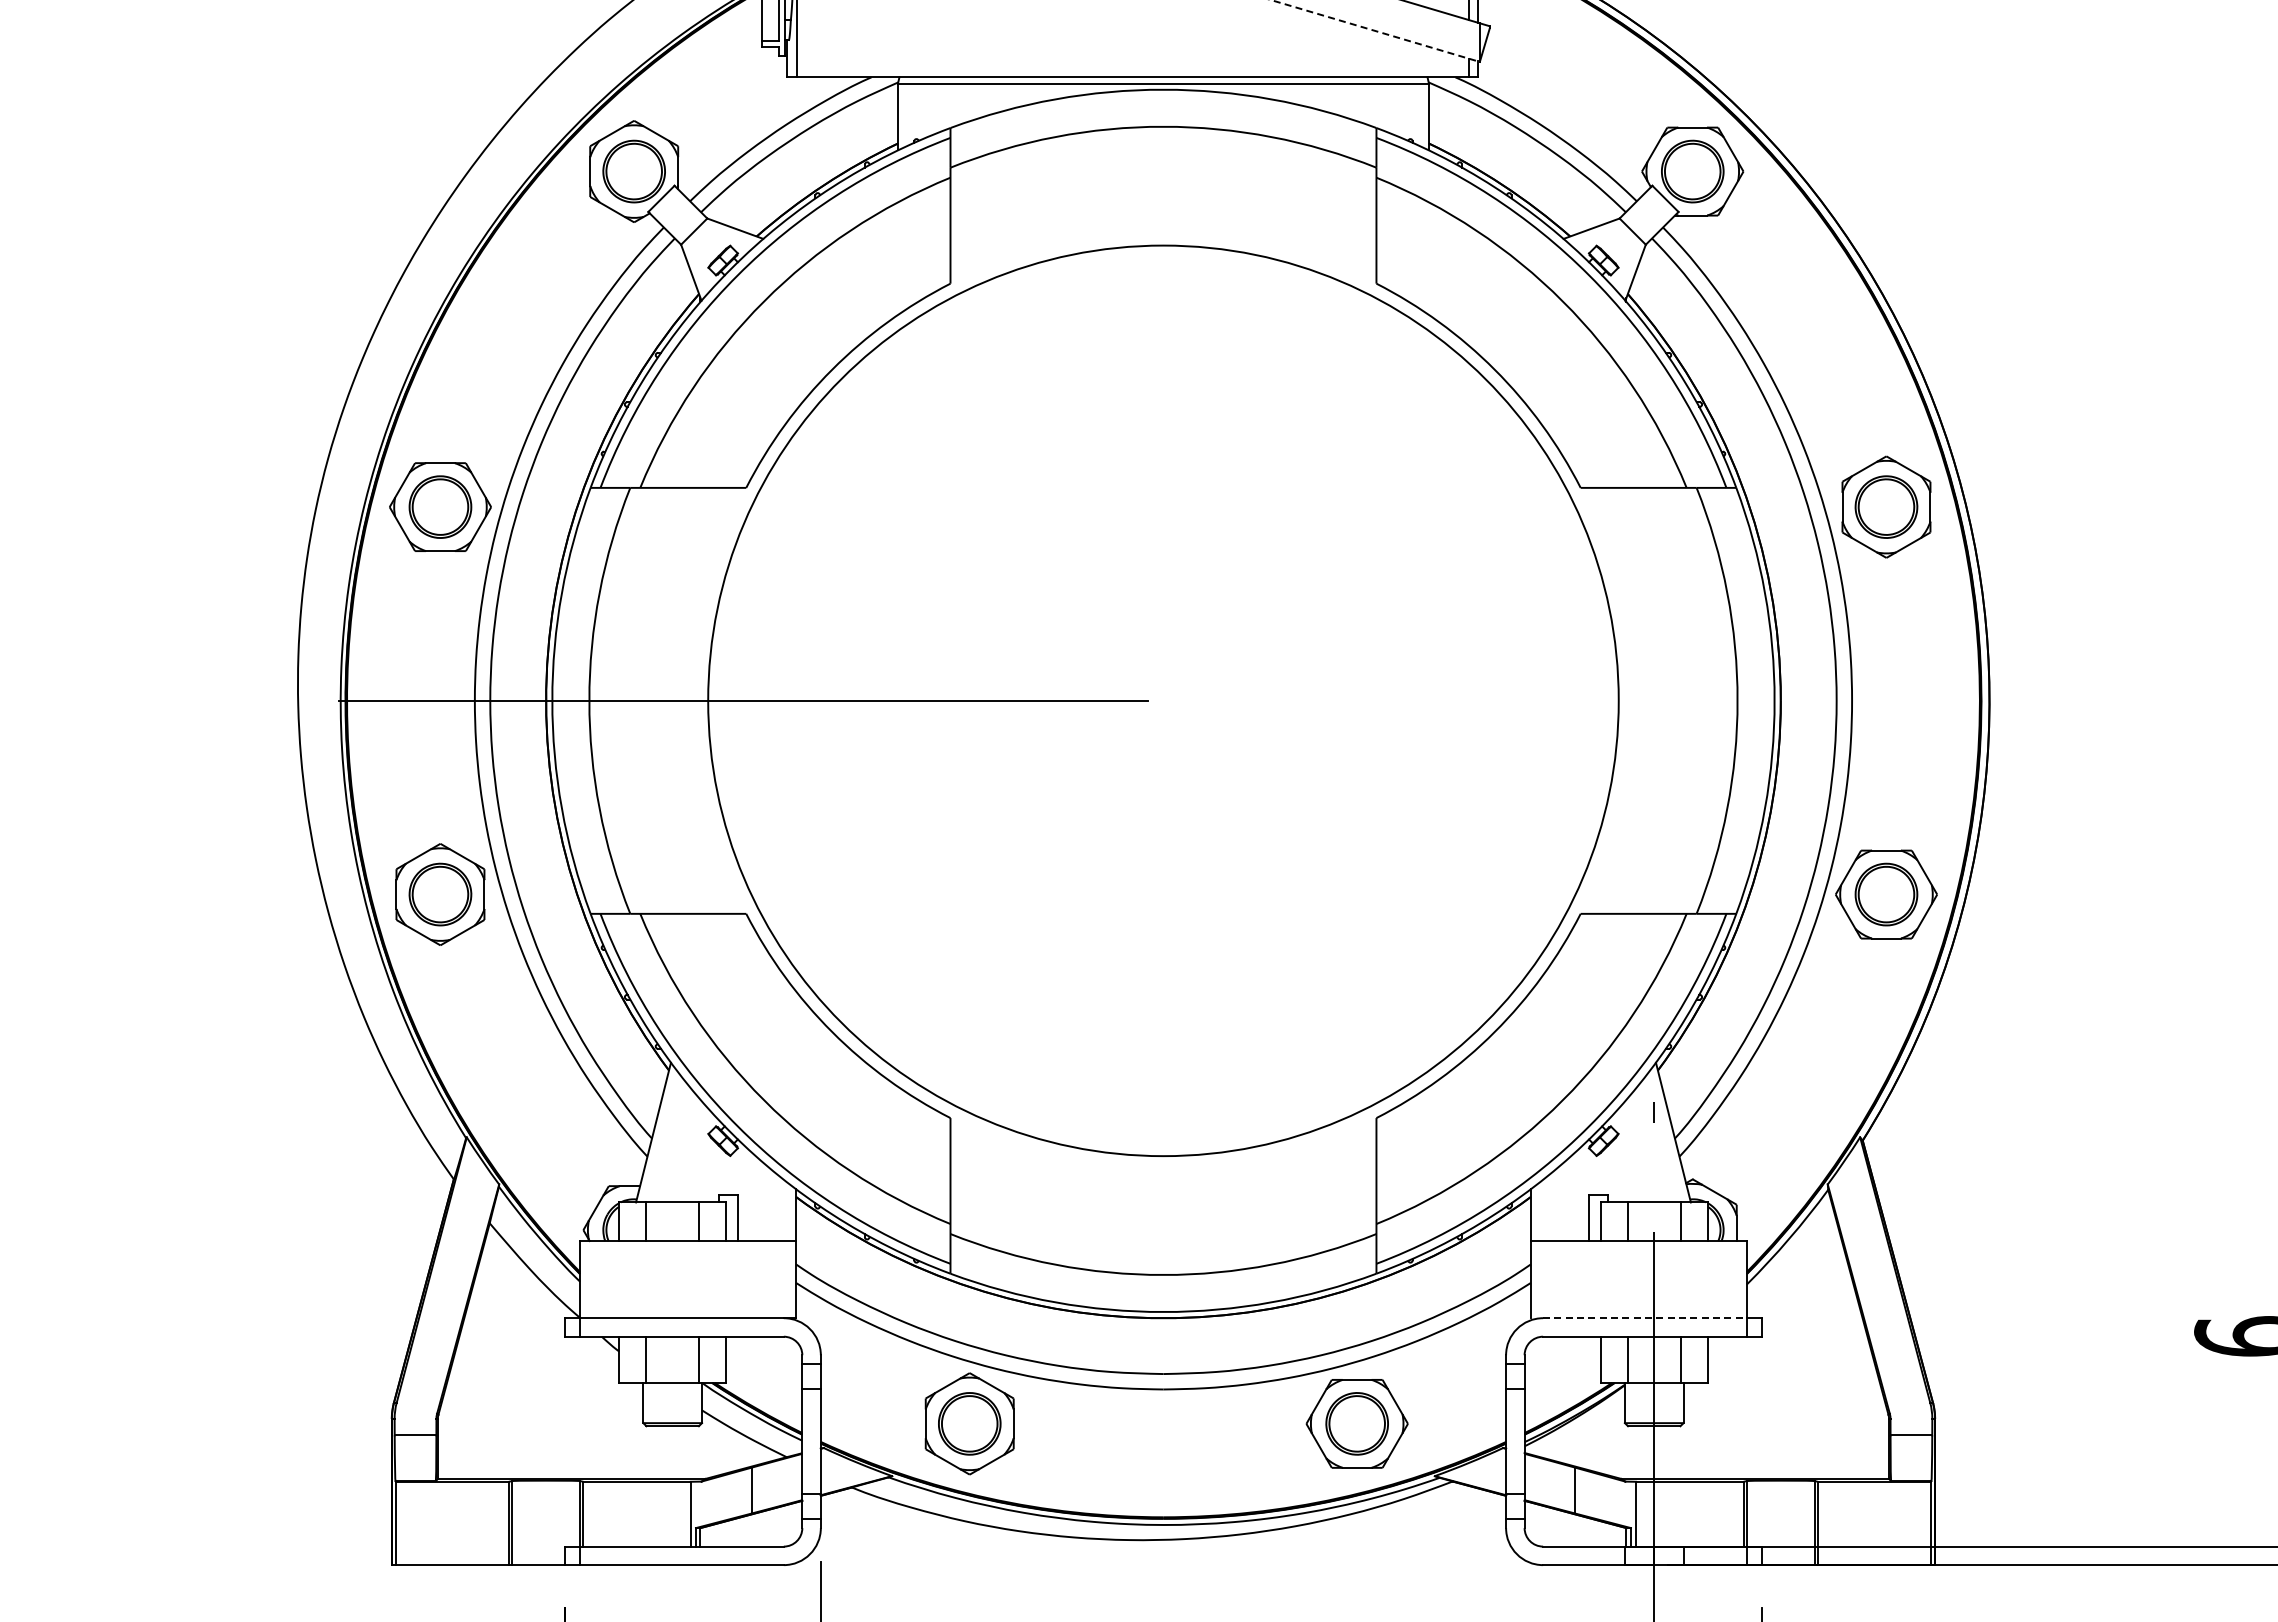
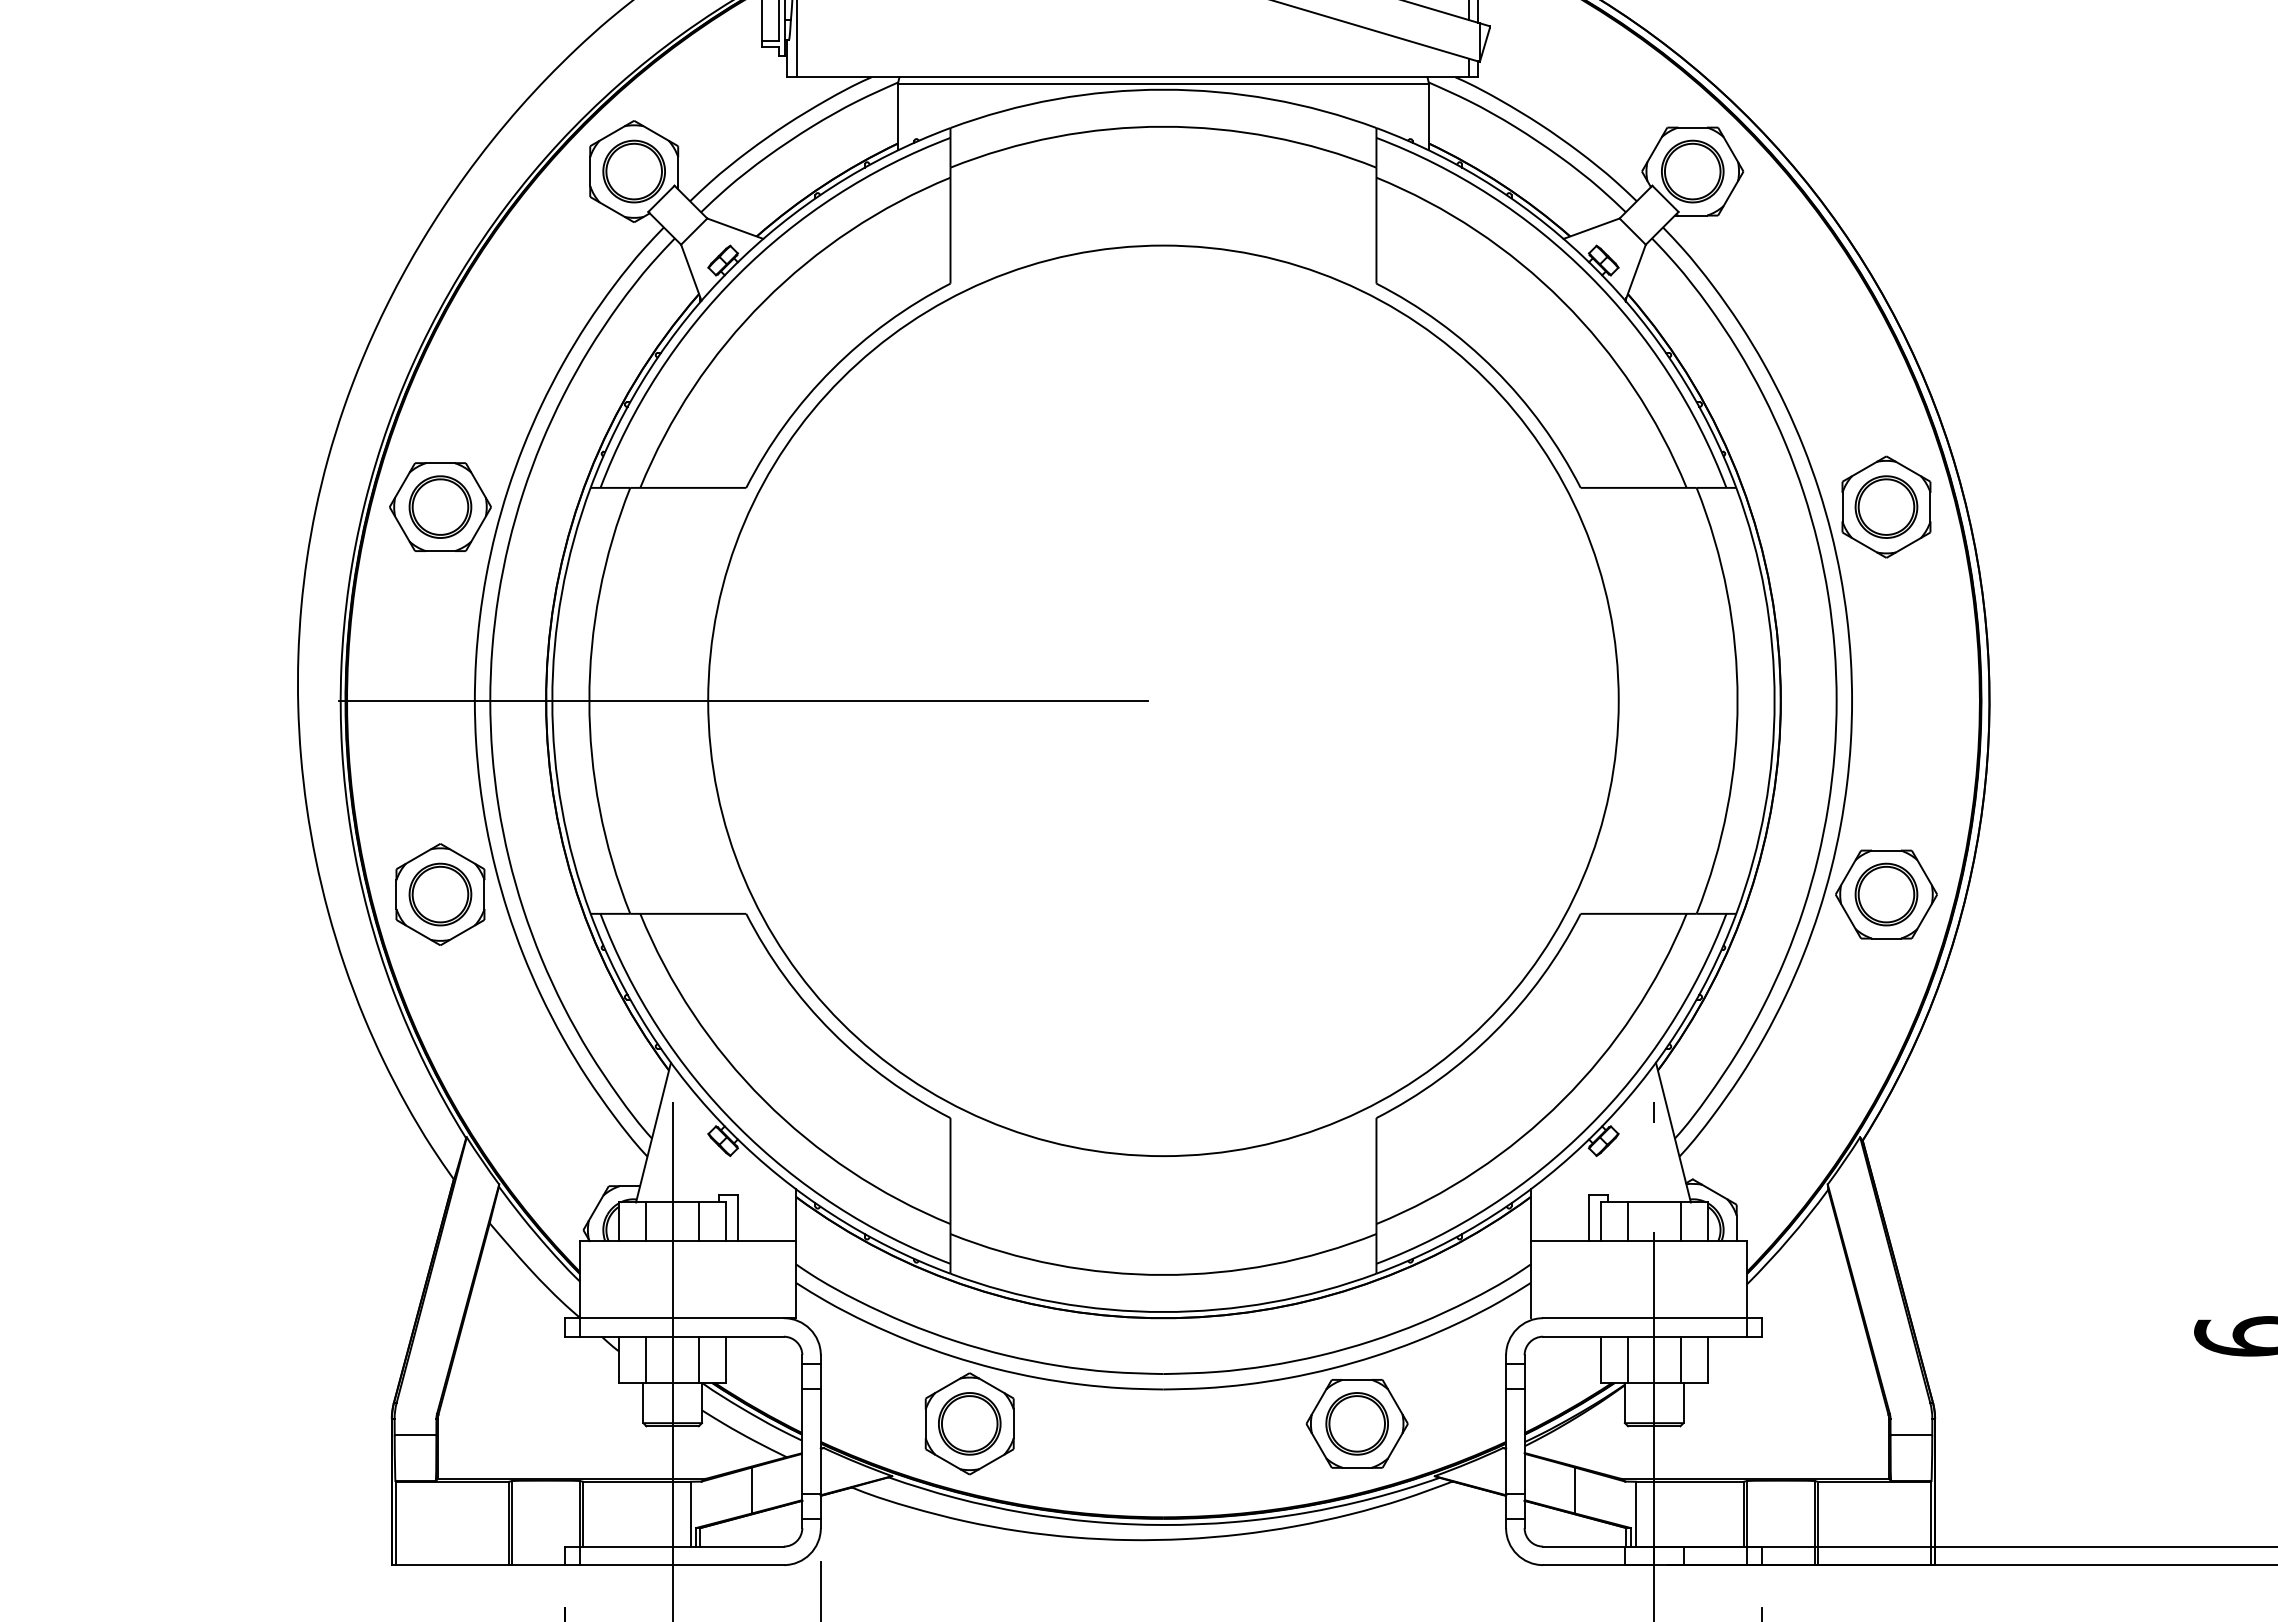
line at (1375, 31): dashed -> solid
line at (1644, 1318): dashed -> solid
line at (672, 1360): none -> present
